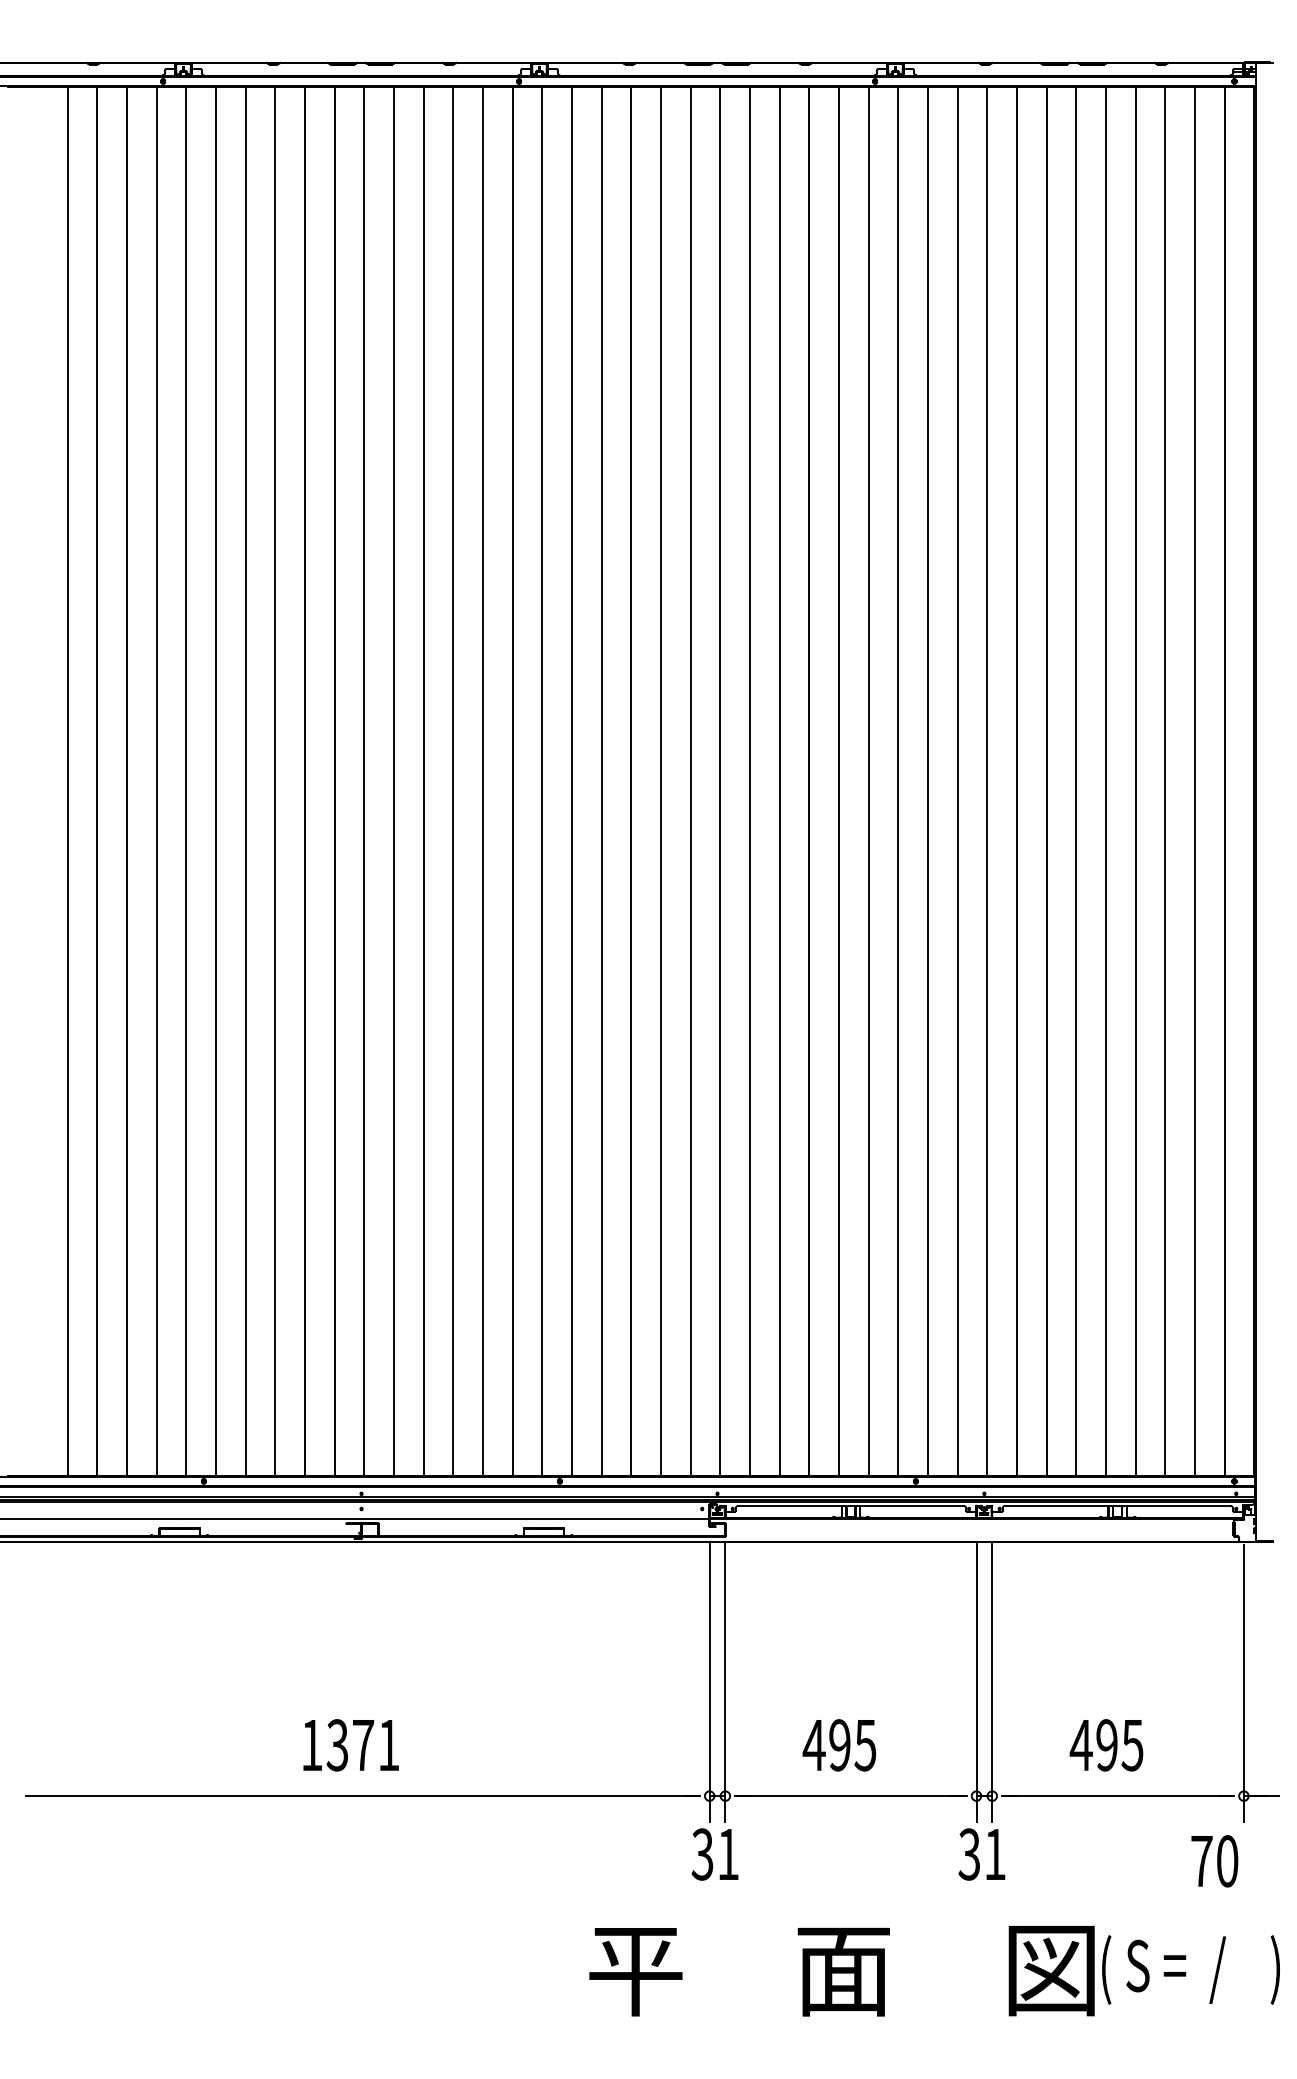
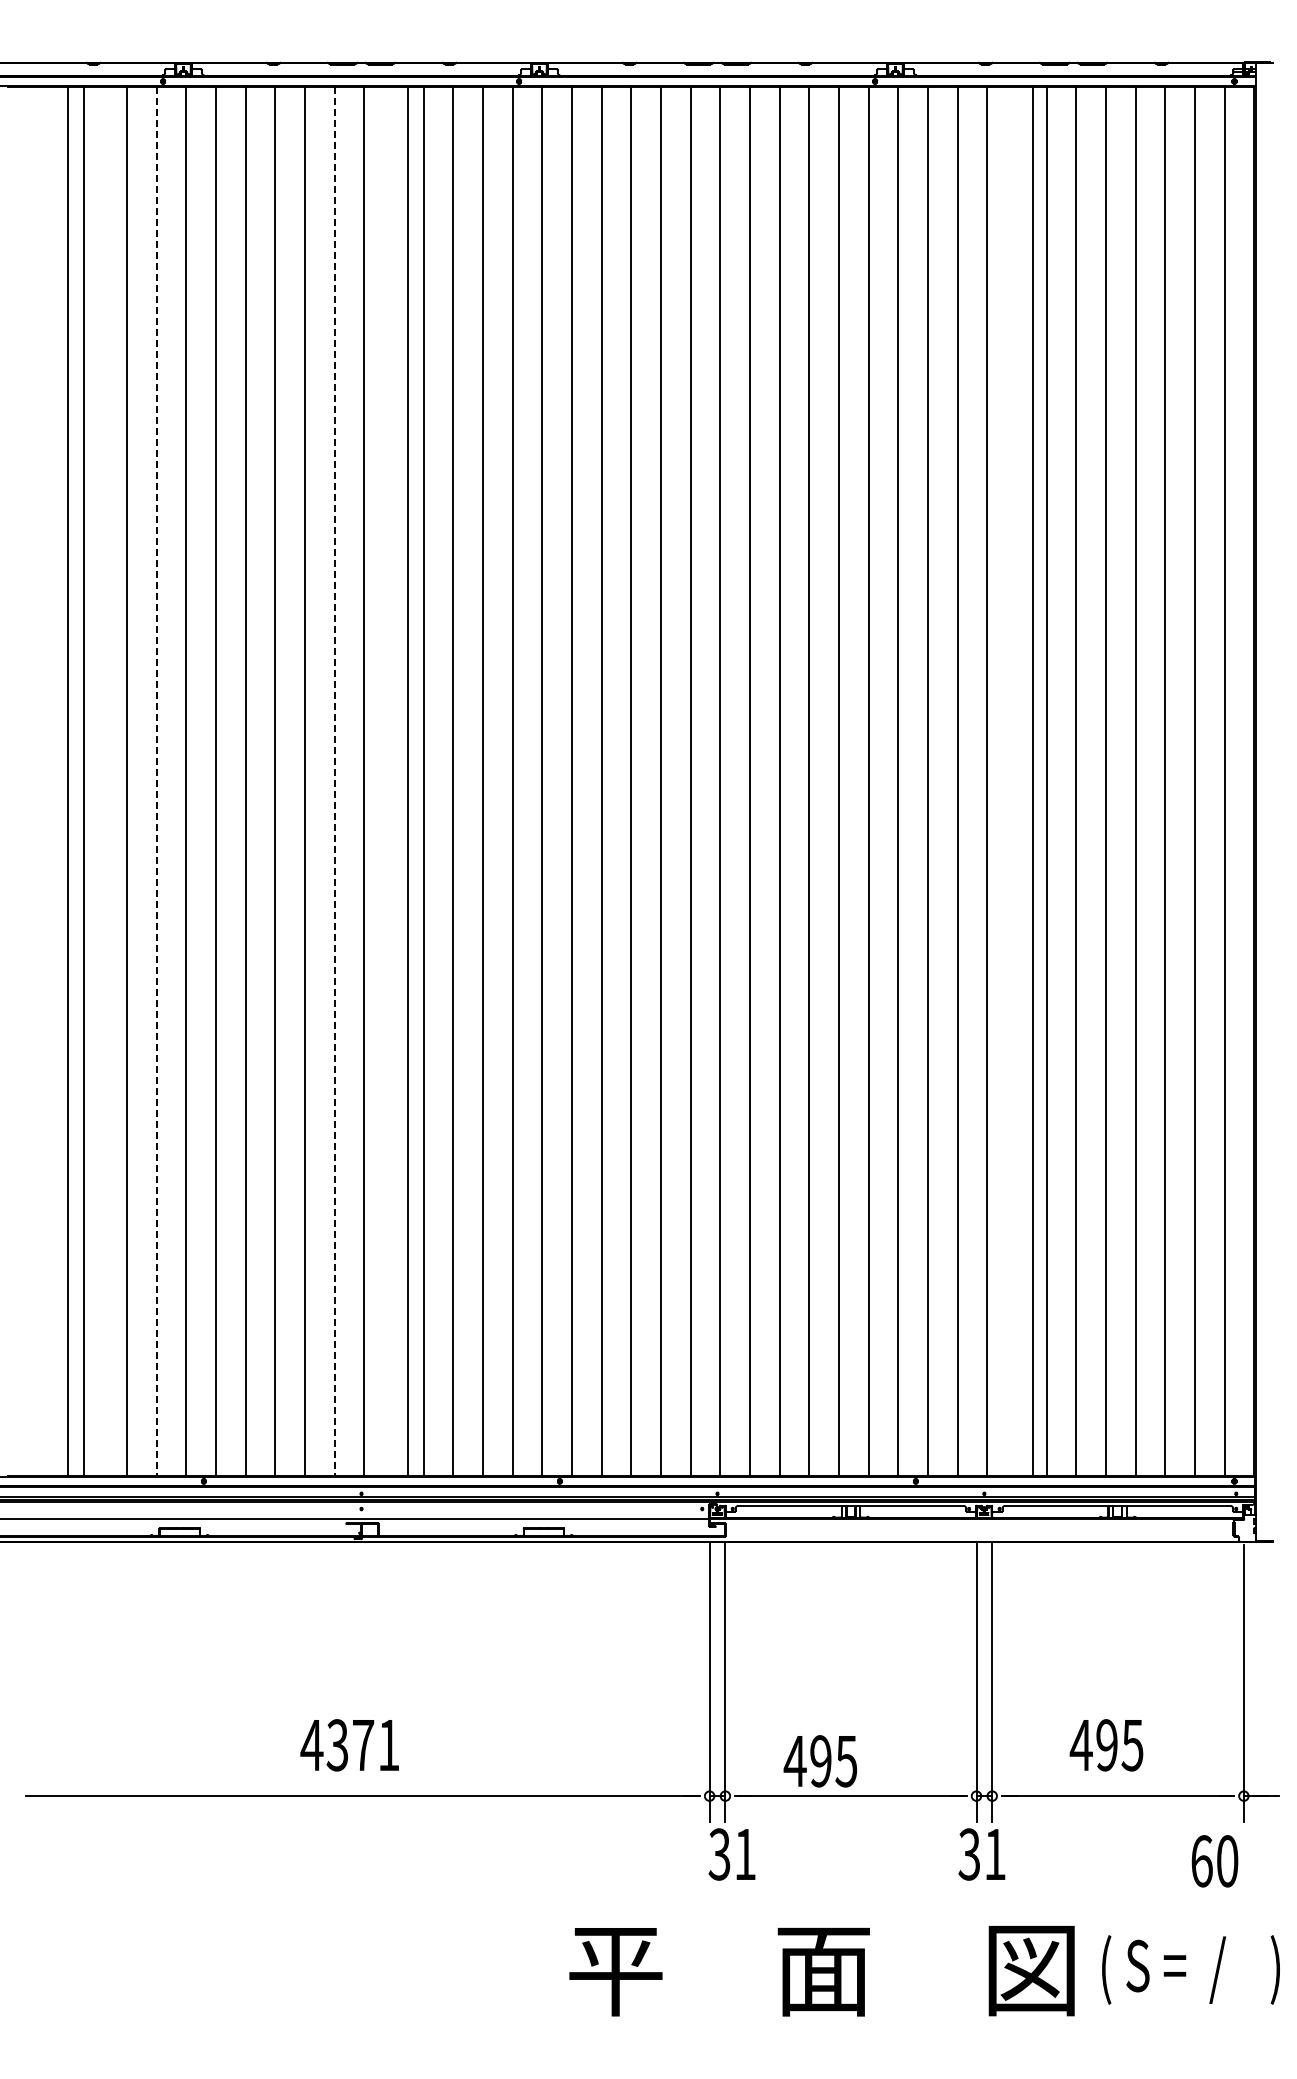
line at (97, 781) position: (97, 781) -> (84, 781)
line at (156, 781): solid -> dashed
line at (334, 781): solid -> dashed
line at (393, 781) position: (393, 781) -> (407, 781)
line at (1016, 781) position: (1016, 781) -> (1032, 781)
text at (311, 1745): 1371 -> 4371
text at (839, 1745) position: (839, 1745) -> (820, 1761)
text at (714, 1854) position: (714, 1854) -> (731, 1854)
text at (1201, 1861): 70 -> 60
text at (841, 1971) position: (841, 1971) -> (821, 1971)
